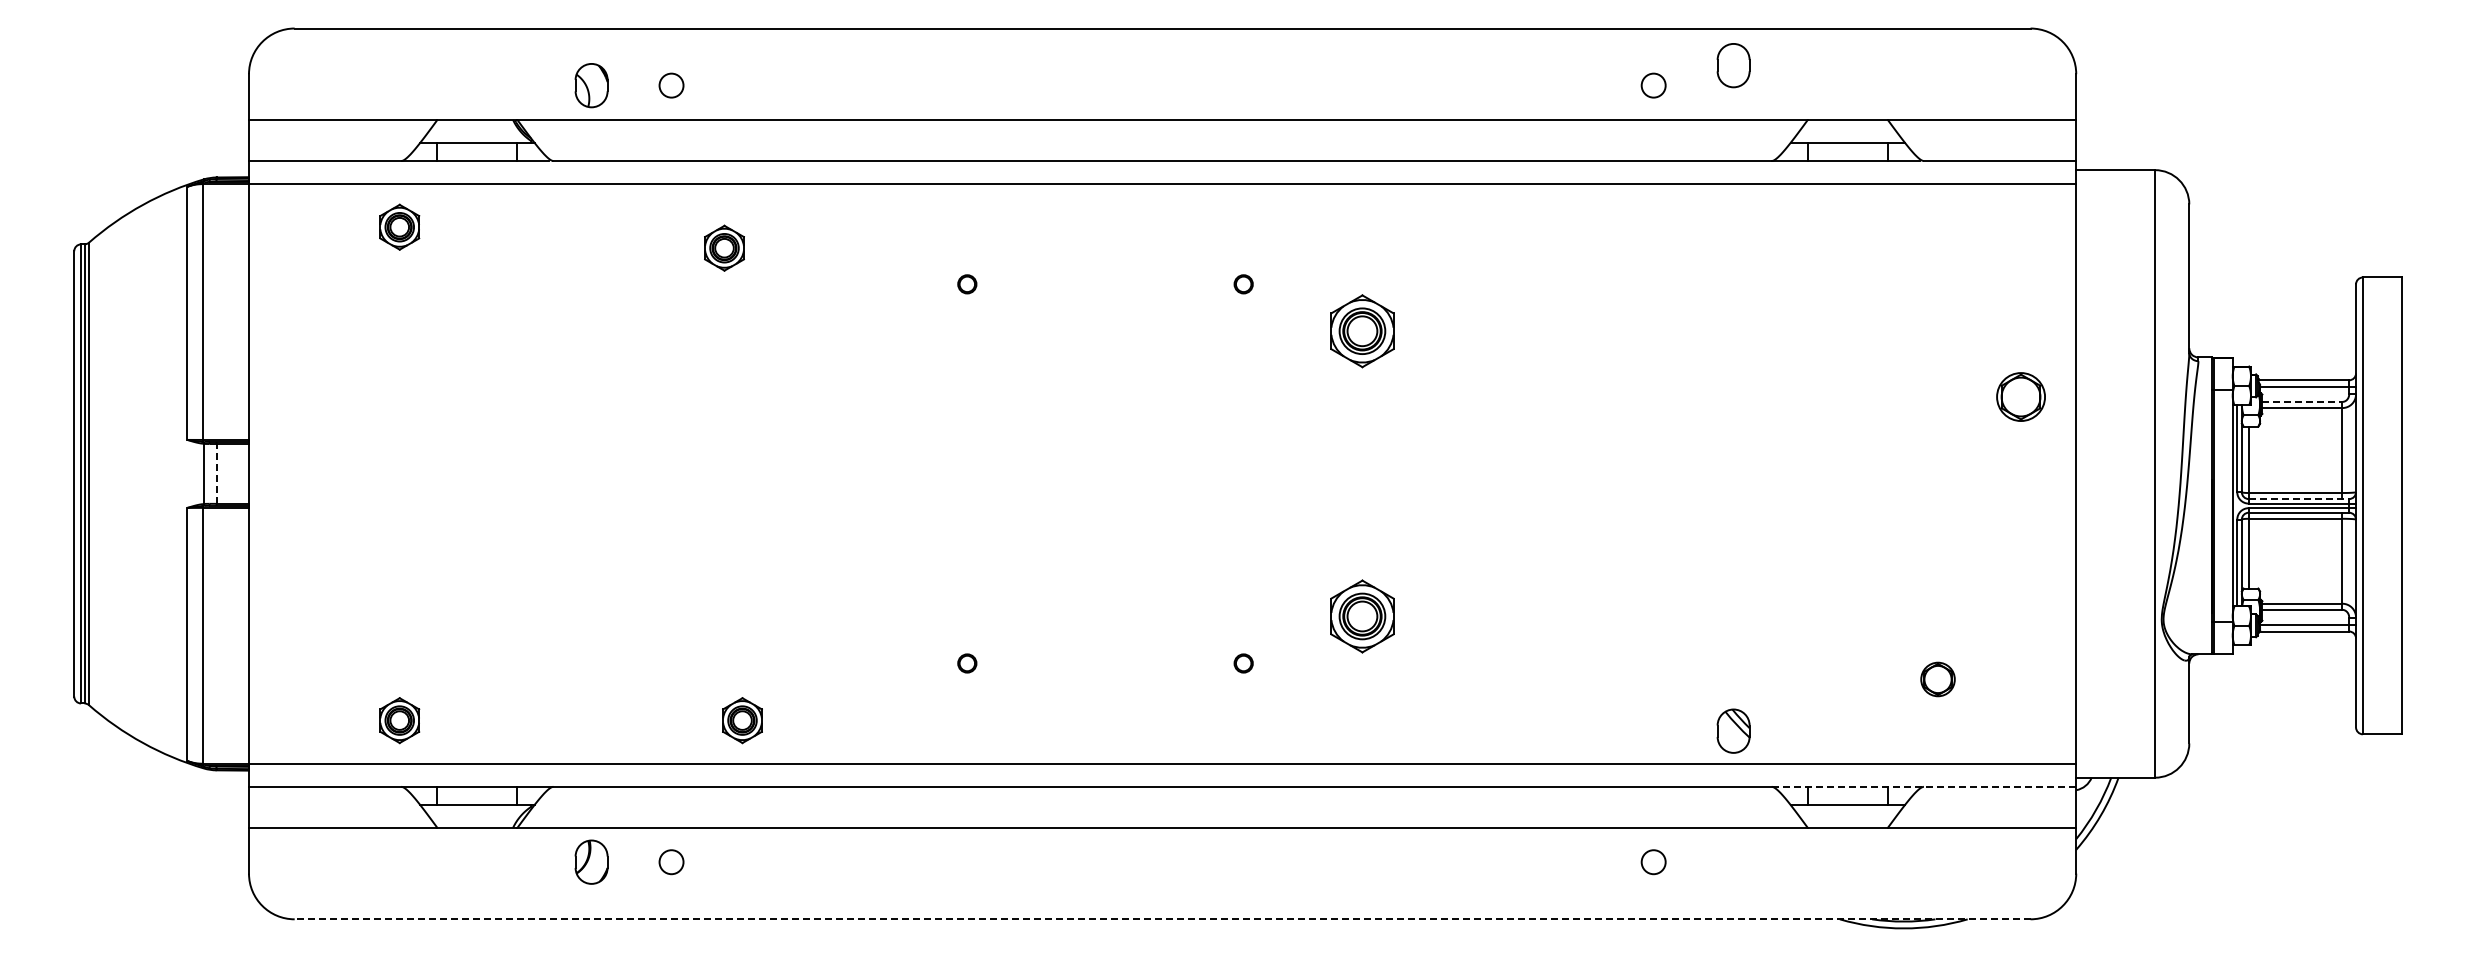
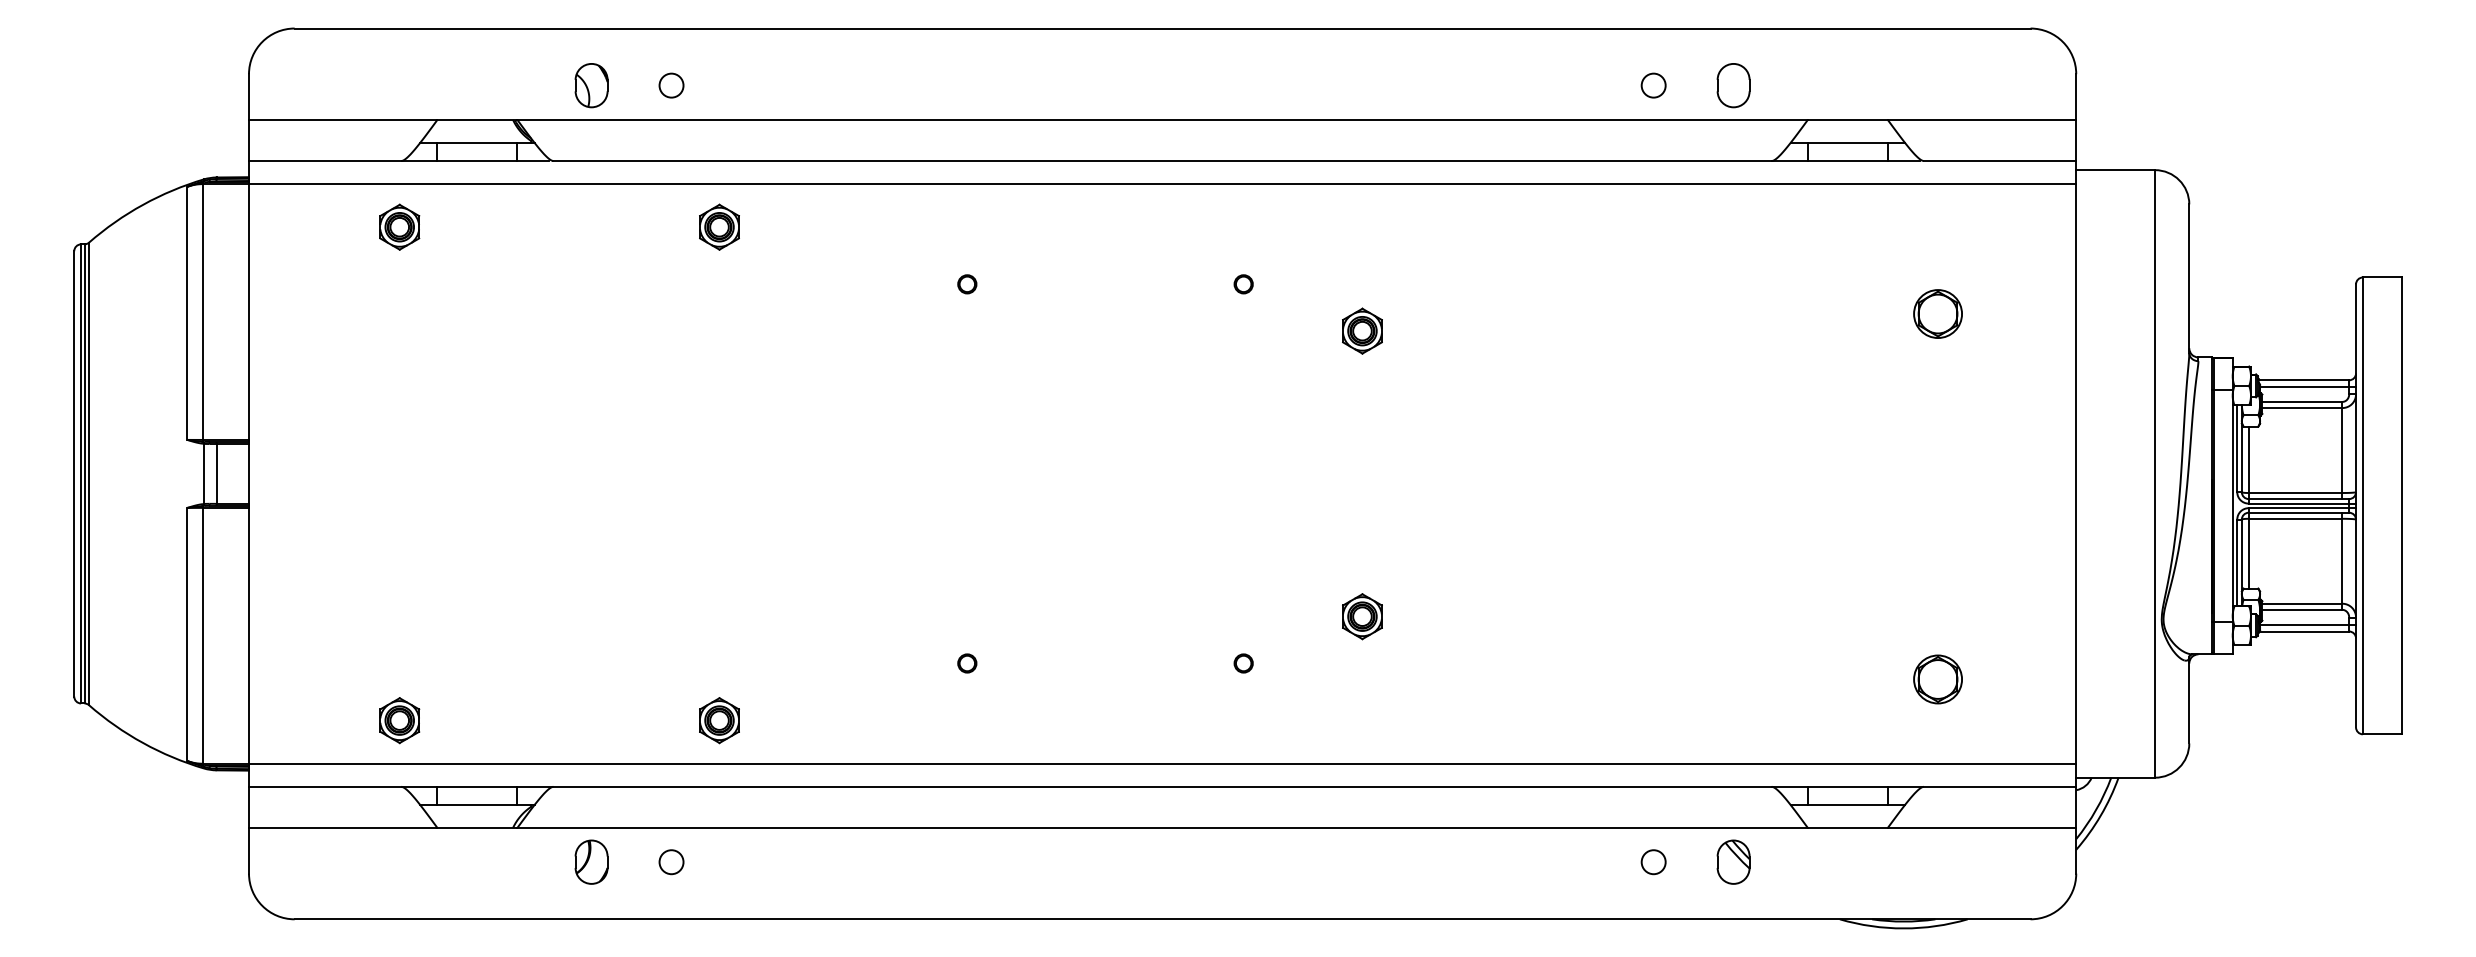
part at (1733, 65) position: (1733, 65) -> (1733, 85)
part at (724, 247) position: (724, 247) -> (719, 226)
part at (1362, 331) size: 65x75 px -> 41x48 px
part at (2020, 396) position: (2020, 396) -> (1937, 313)
line at (2302, 401): dashed -> solid
line at (216, 473): dashed -> solid
line at (2299, 499): dashed -> solid
part at (1362, 616) size: 65x75 px -> 41x48 px
part at (1937, 679) size: 36x37 px -> 50x51 px
part at (742, 720) position: (742, 720) -> (719, 720)
part at (1733, 730) position: (1733, 730) -> (1733, 861)
line at (1924, 786): dashed -> solid
line at (1162, 919): dashed -> solid
